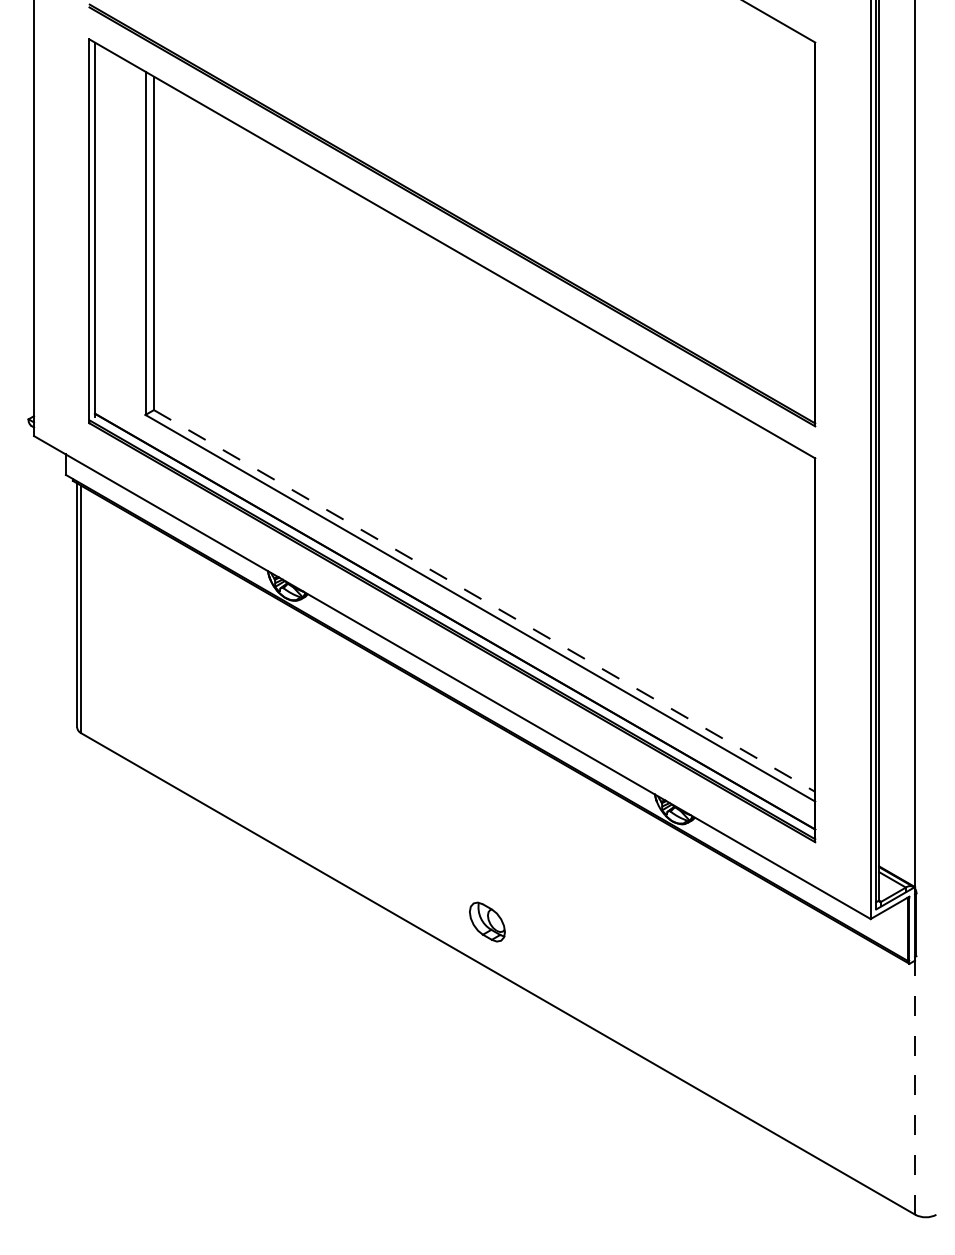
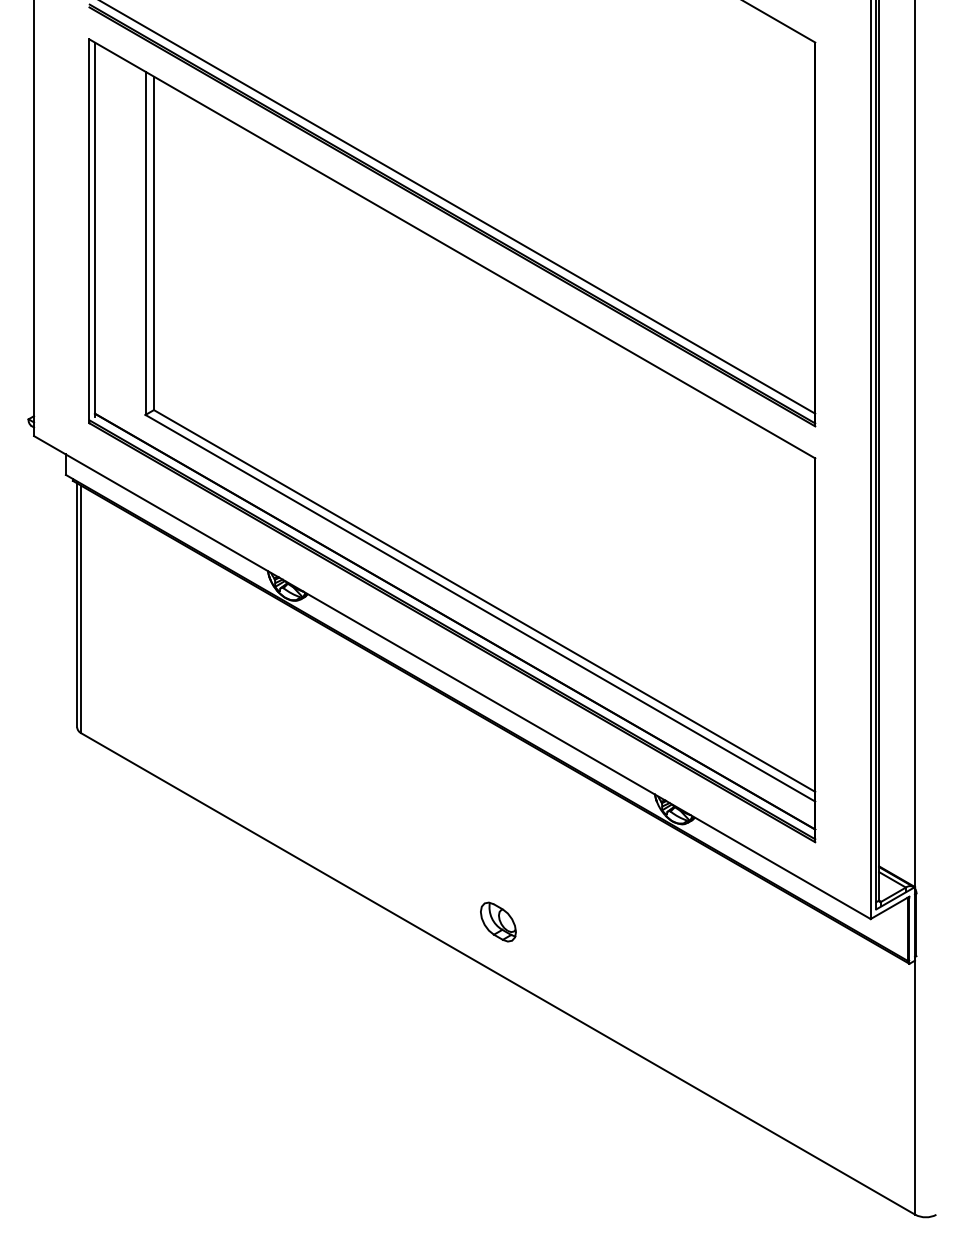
line at (458, 207): none -> present
line at (484, 600): dashed -> solid
part at (487, 921) position: (487, 921) -> (498, 921)
line at (915, 1085): dashed -> solid
